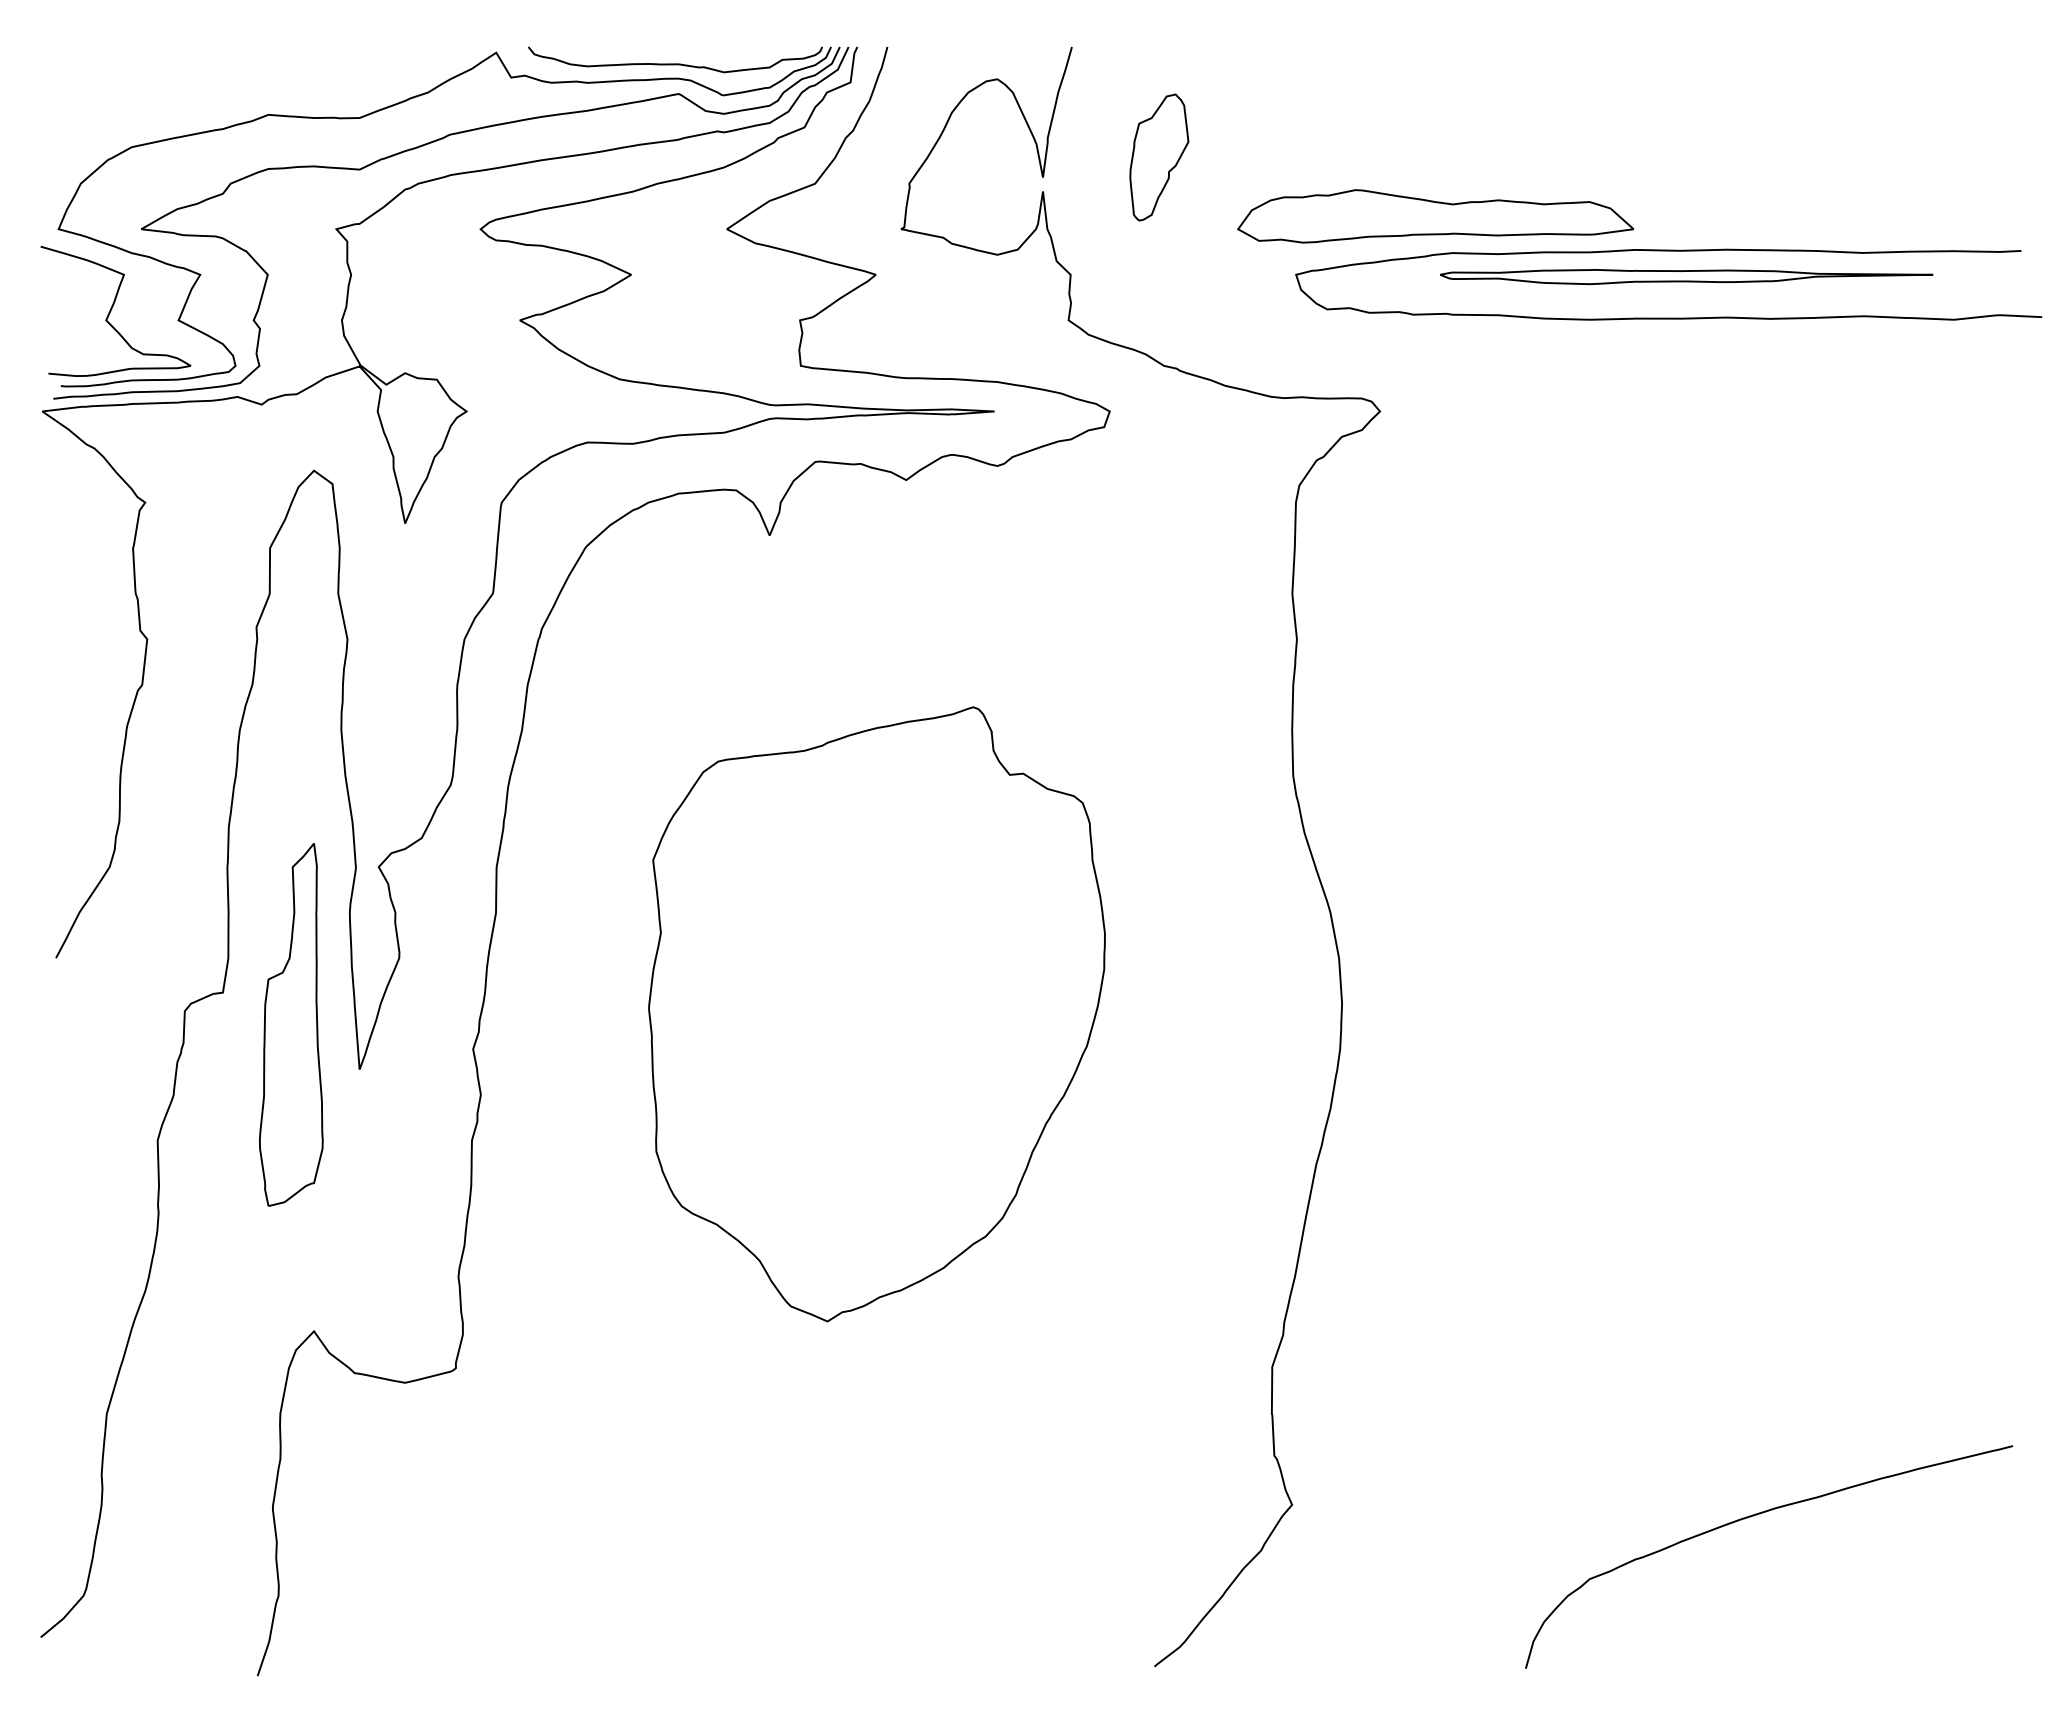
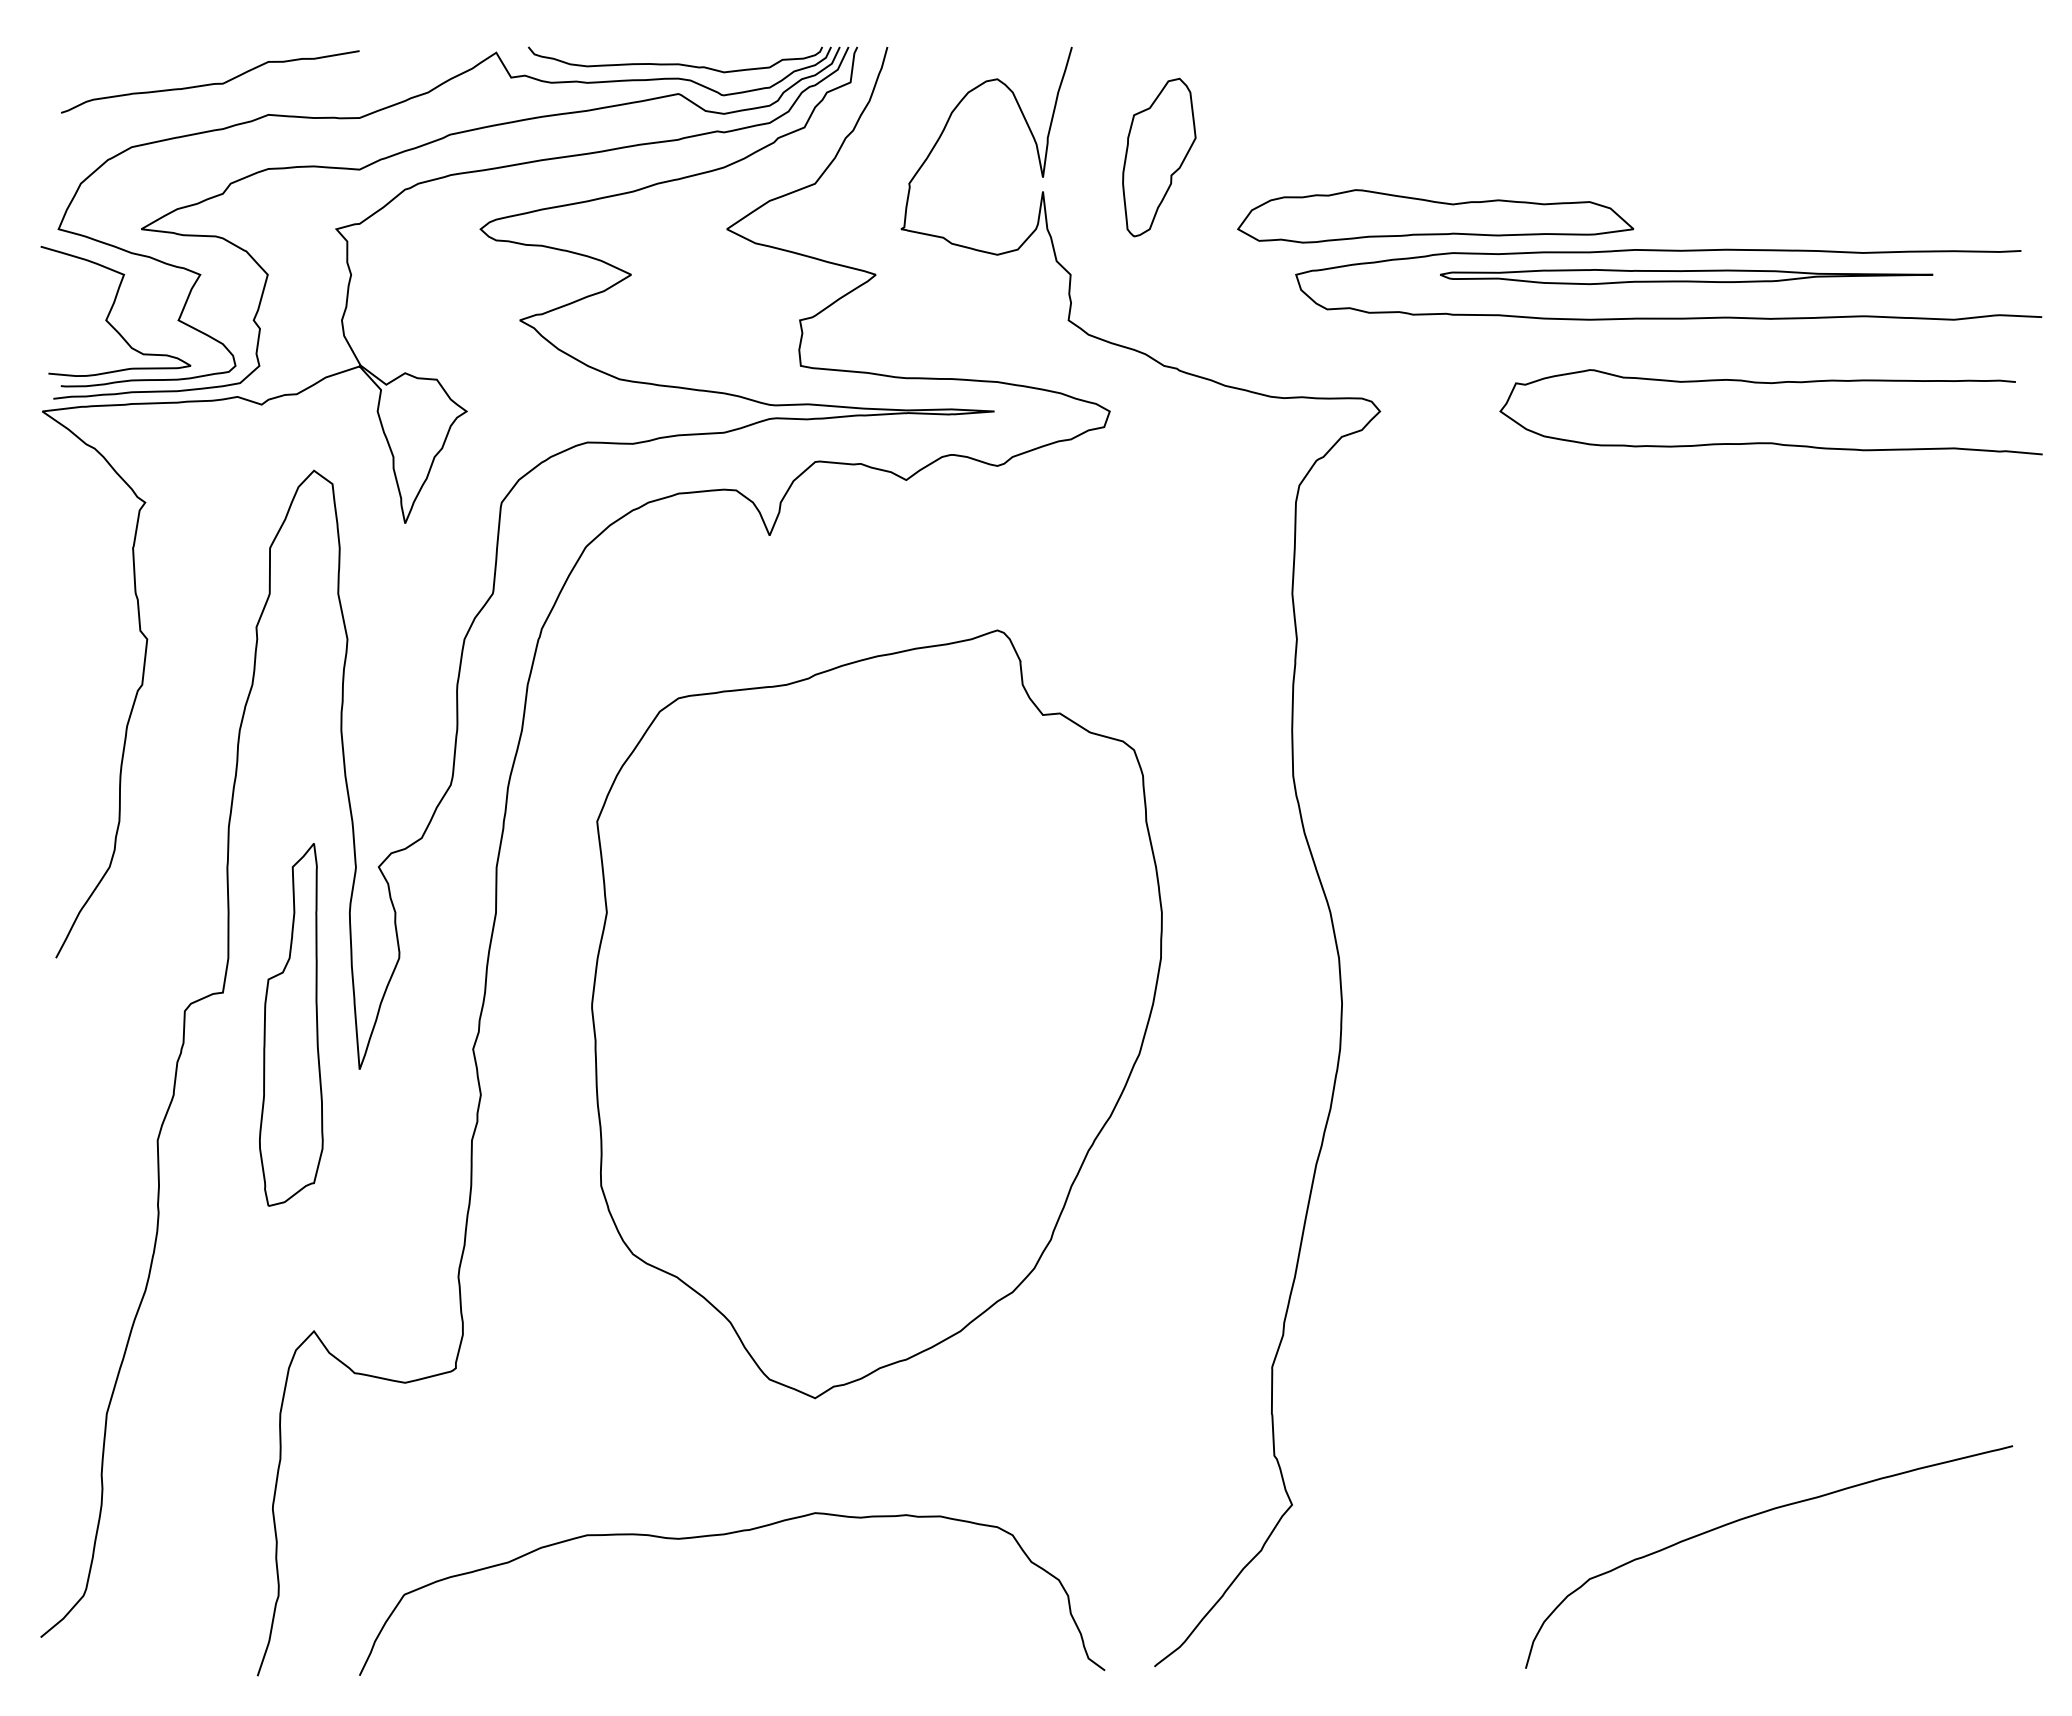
curve at (210, 83): none -> present
part at (1159, 157) size: 61x129 px -> 75x161 px
curve at (1771, 384): none -> present
part at (876, 1014) size: 458x617 px -> 572x771 px
curve at (724, 1535): none -> present
